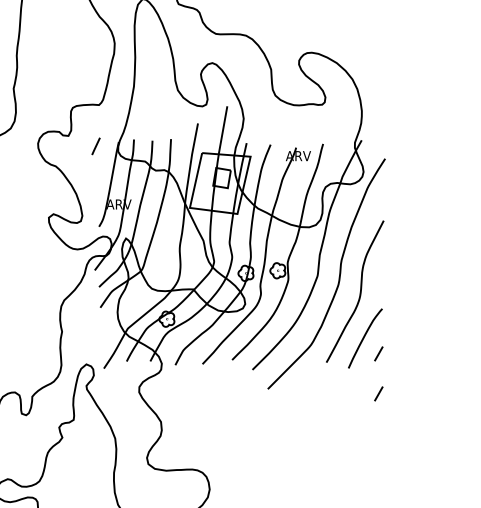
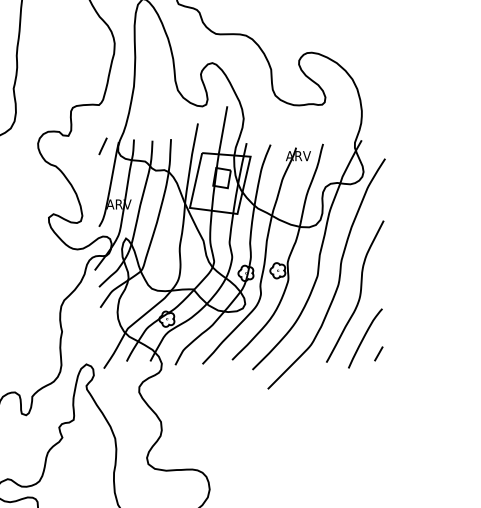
line at (95, 146) position: (95, 146) -> (102, 146)
line at (378, 393): present -> none
